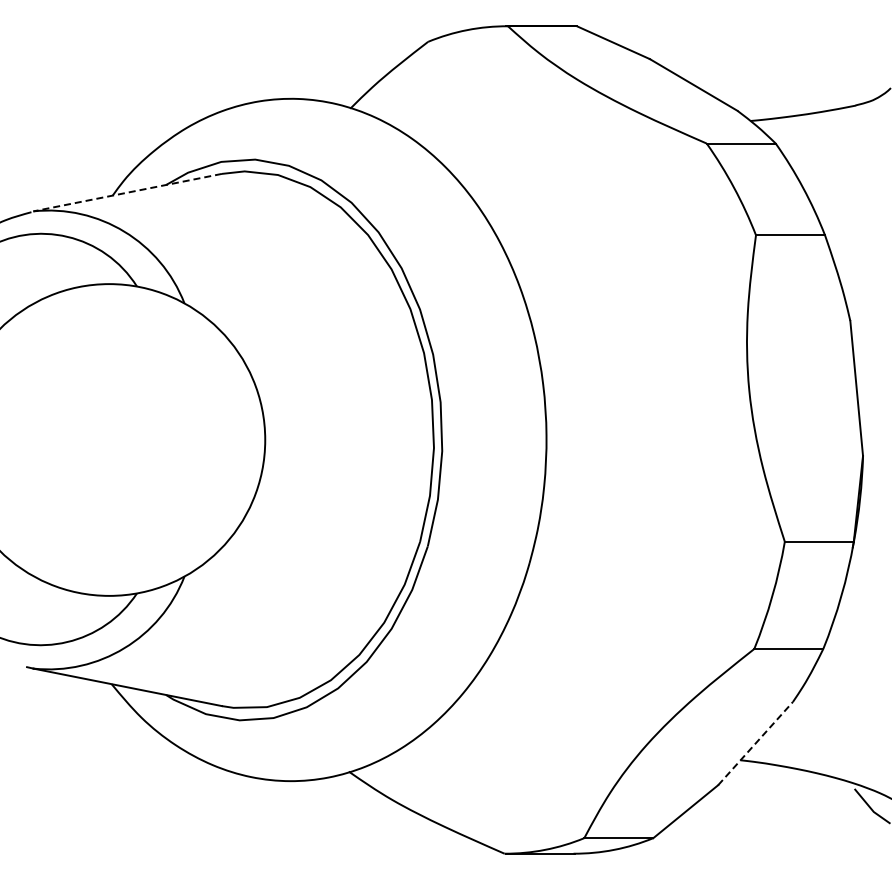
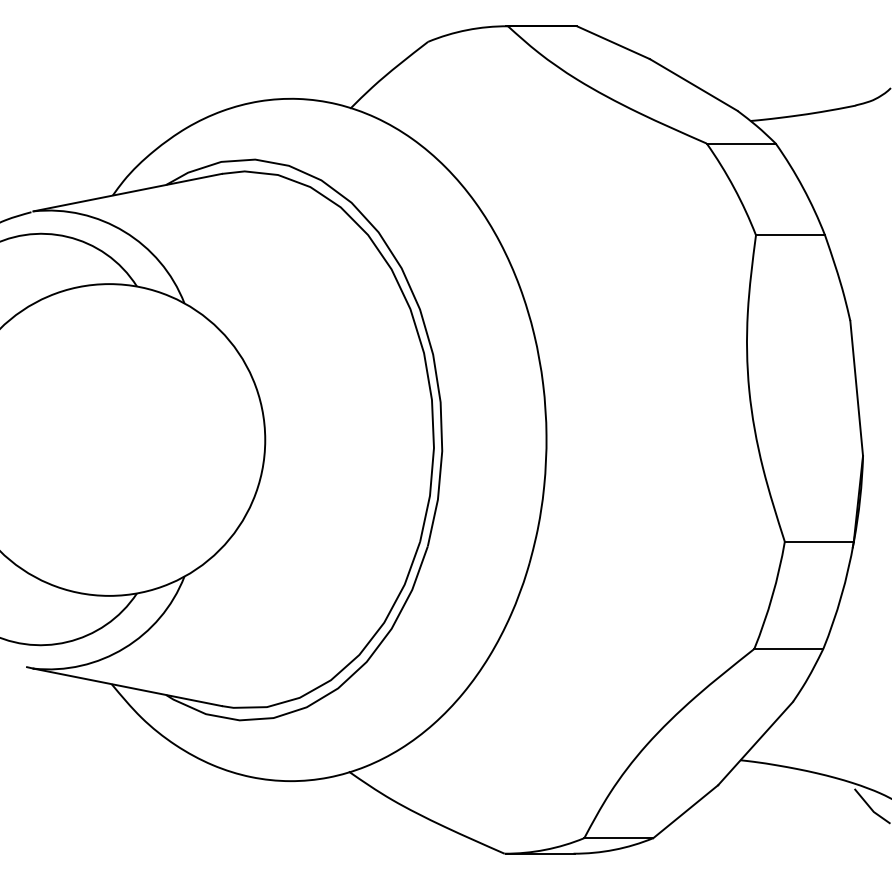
line at (127, 192): dashed -> solid
line at (755, 743): dashed -> solid
